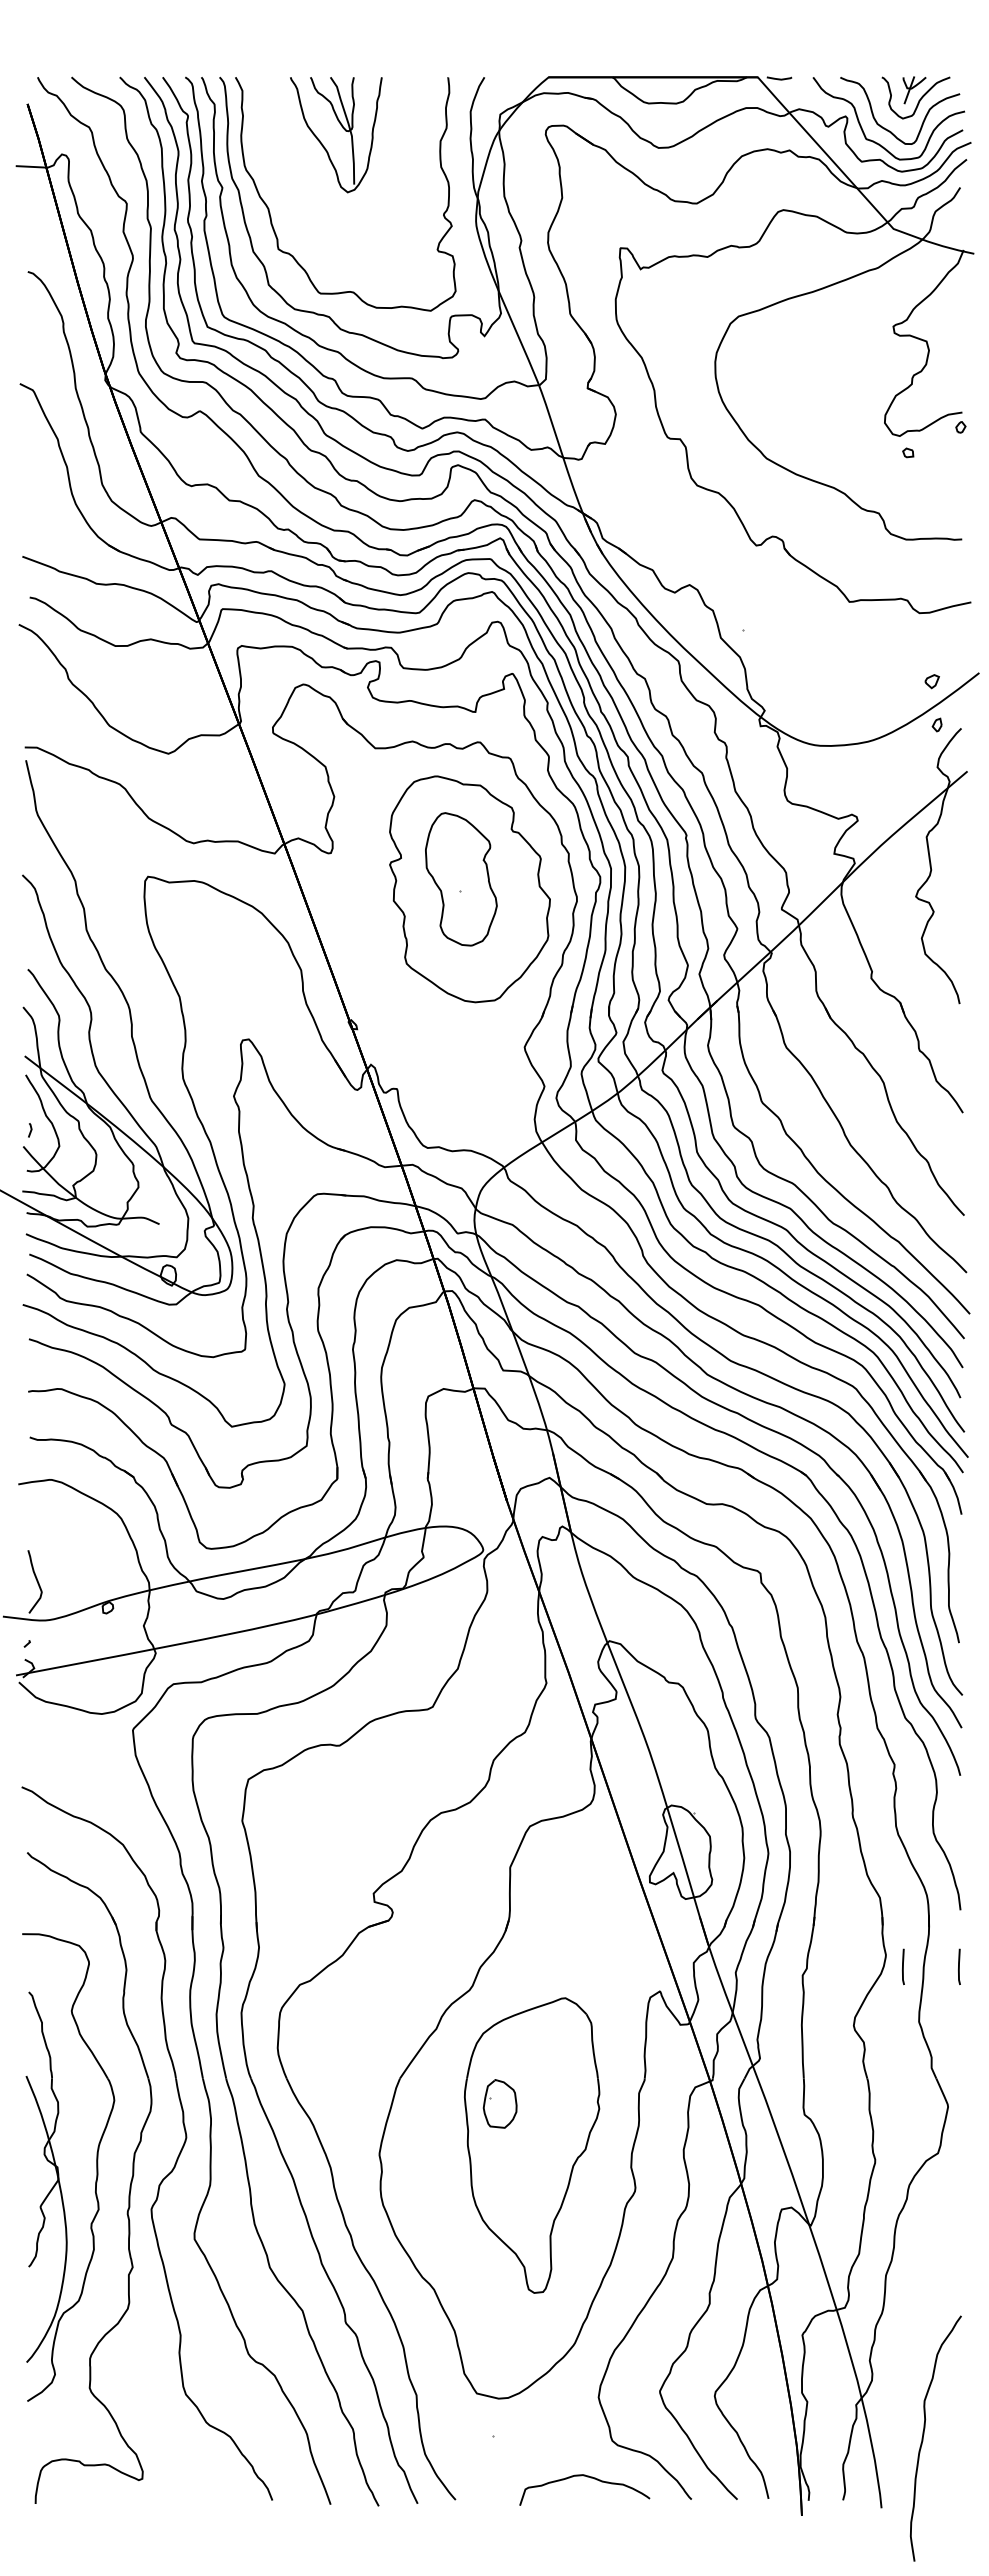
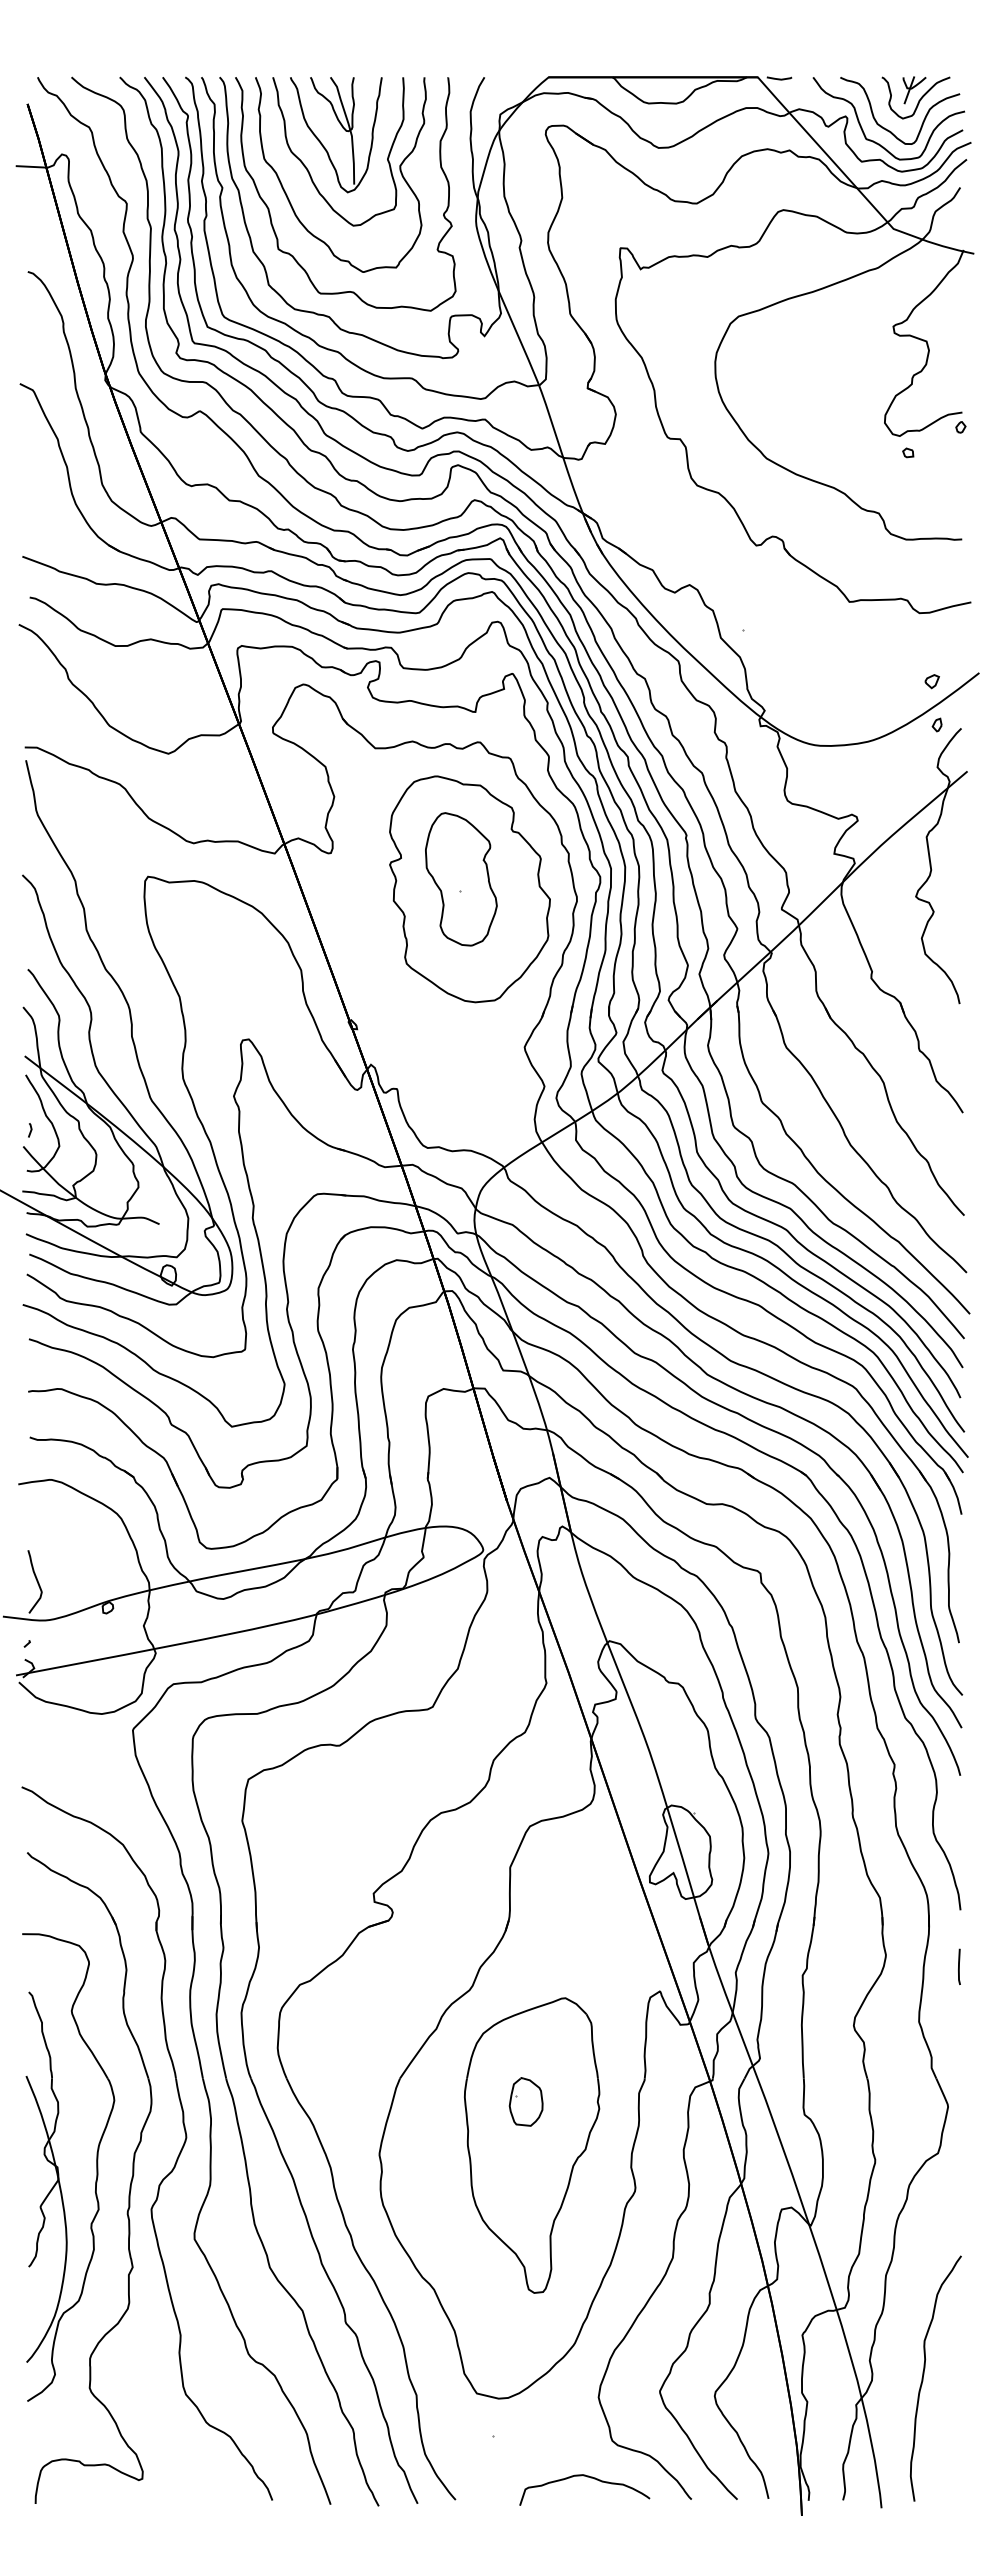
part at (317, 187): none -> present
line at (903, 1966): present -> none
part at (499, 2103) position: (499, 2103) -> (525, 2101)
curve at (924, 2434) position: (924, 2434) -> (924, 2374)
